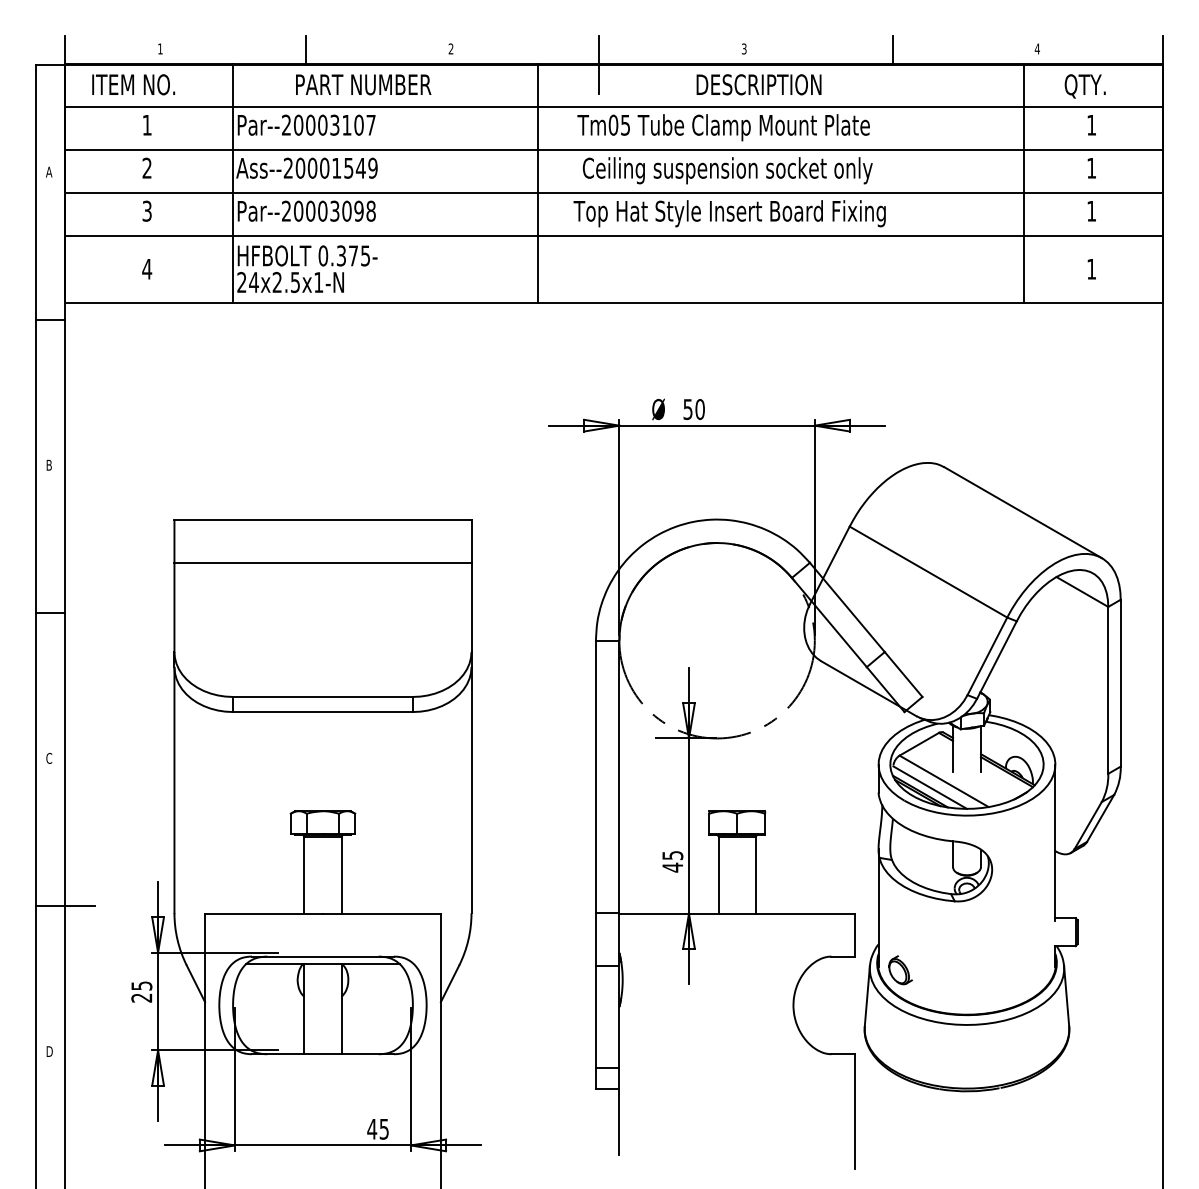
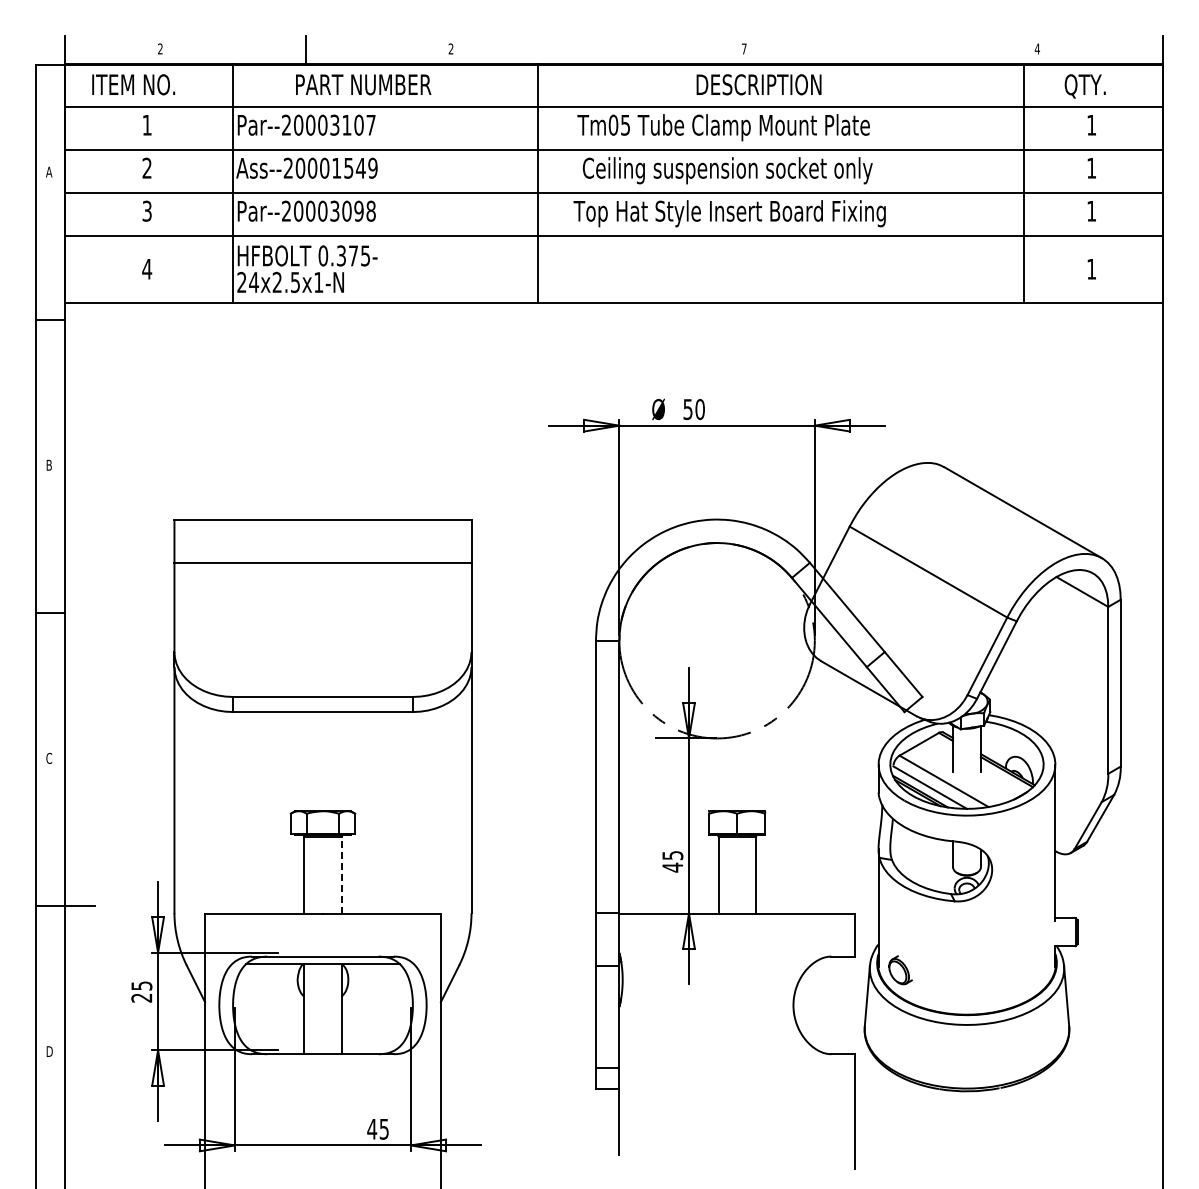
text at (160, 48): 1 -> 2
text at (743, 48): 3 -> 7
line at (892, 50): present -> none
line at (599, 64): present -> none
line at (341, 874): solid -> dashed
